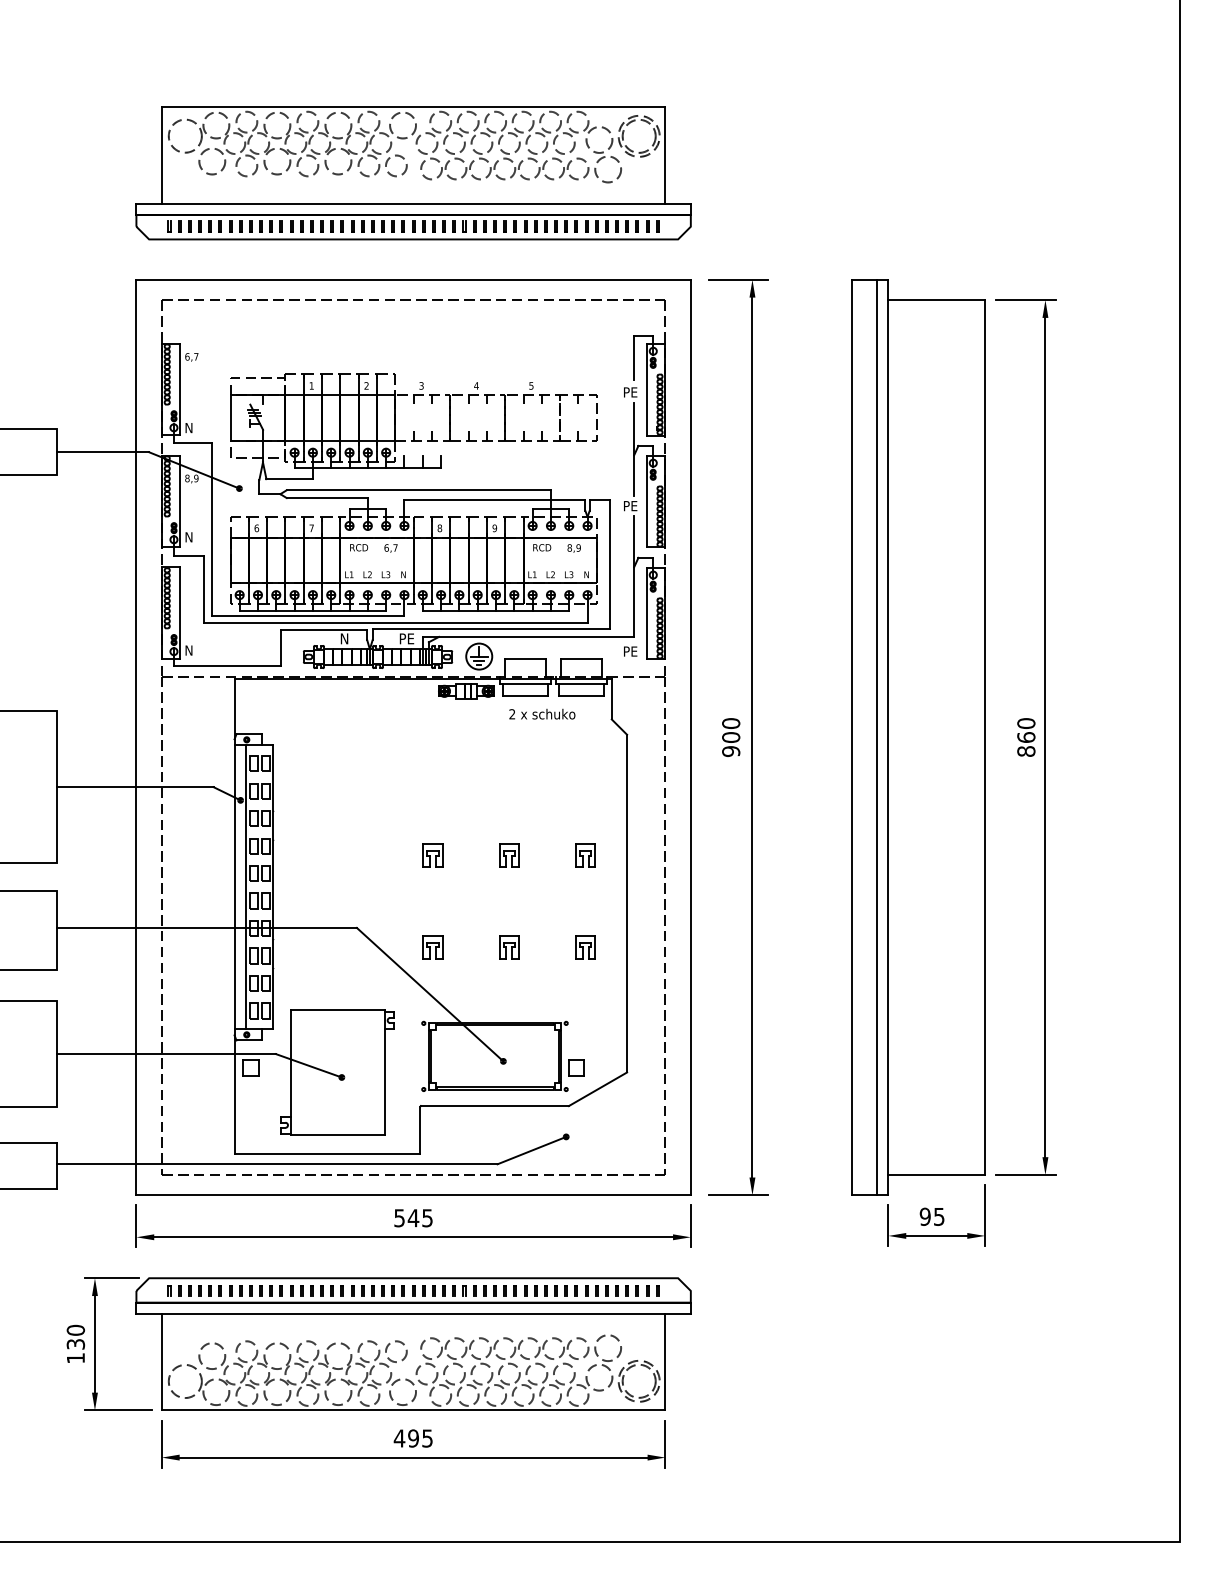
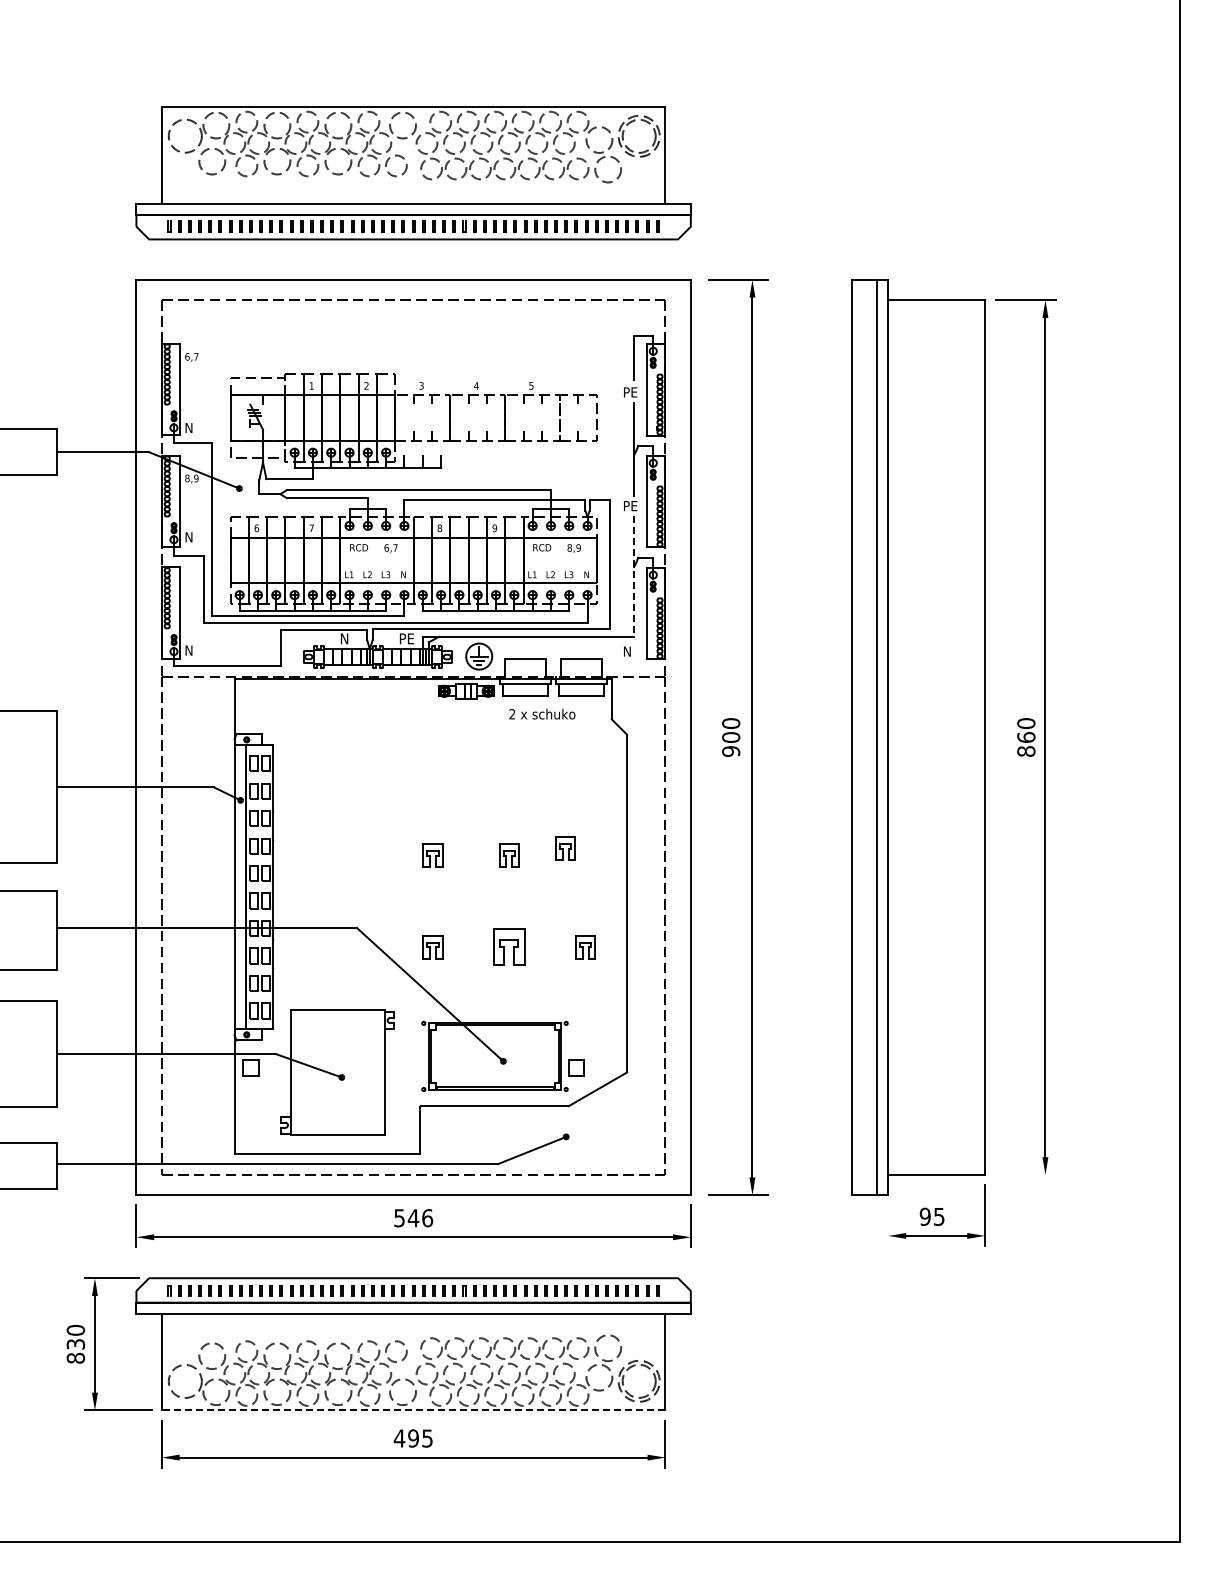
line at (634, 577): solid -> dashed
text at (631, 651): PE -> N
part at (585, 855) position: (585, 855) -> (565, 848)
part at (509, 947) size: 21x25 px -> 33x38 px
line at (1025, 1174): present -> none
text at (427, 1218): 545 -> 546
line at (888, 1225): present -> none
text at (75, 1357): 130 -> 830
line at (413, 1410): solid -> dashed
